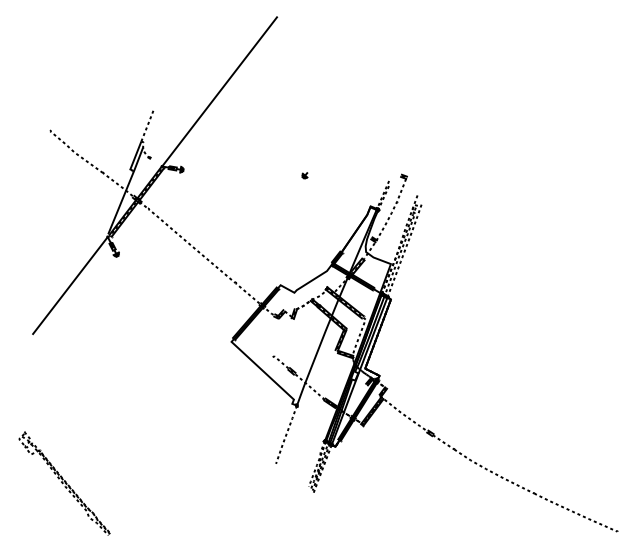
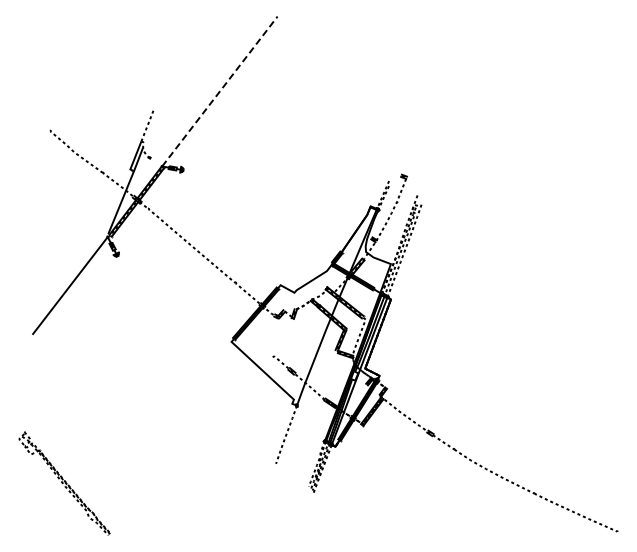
line at (219, 91): solid -> dashed
part at (304, 175): present -> none
